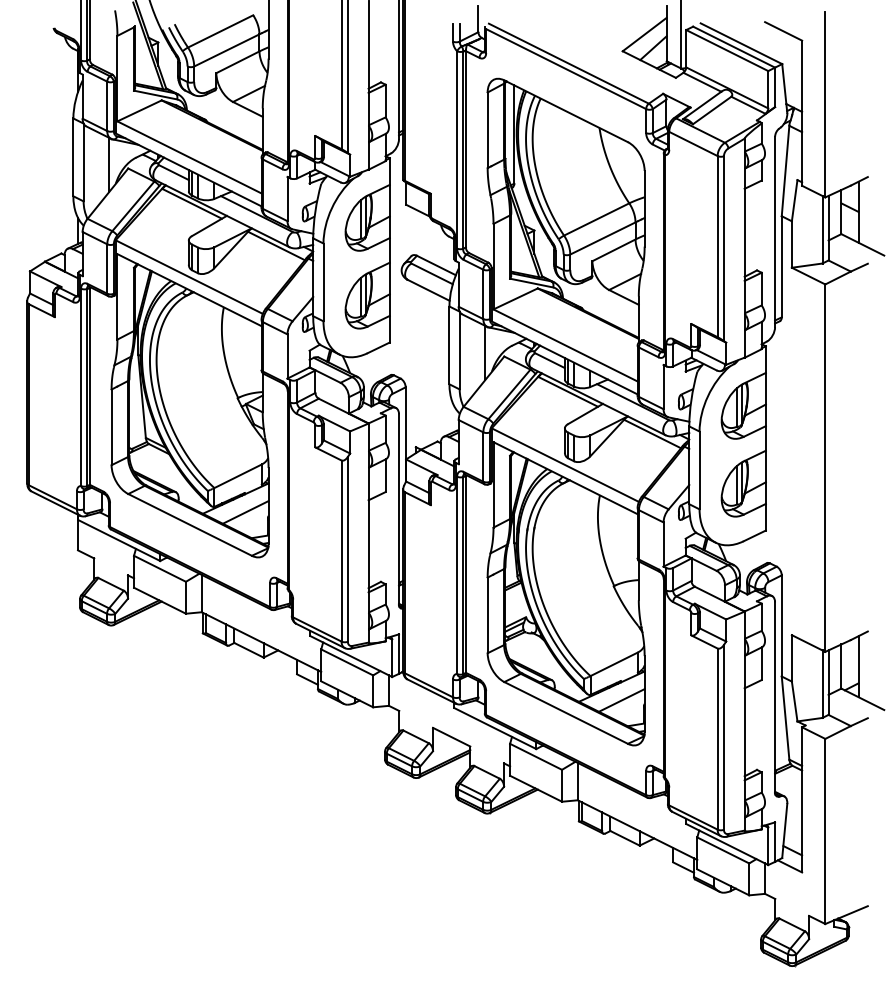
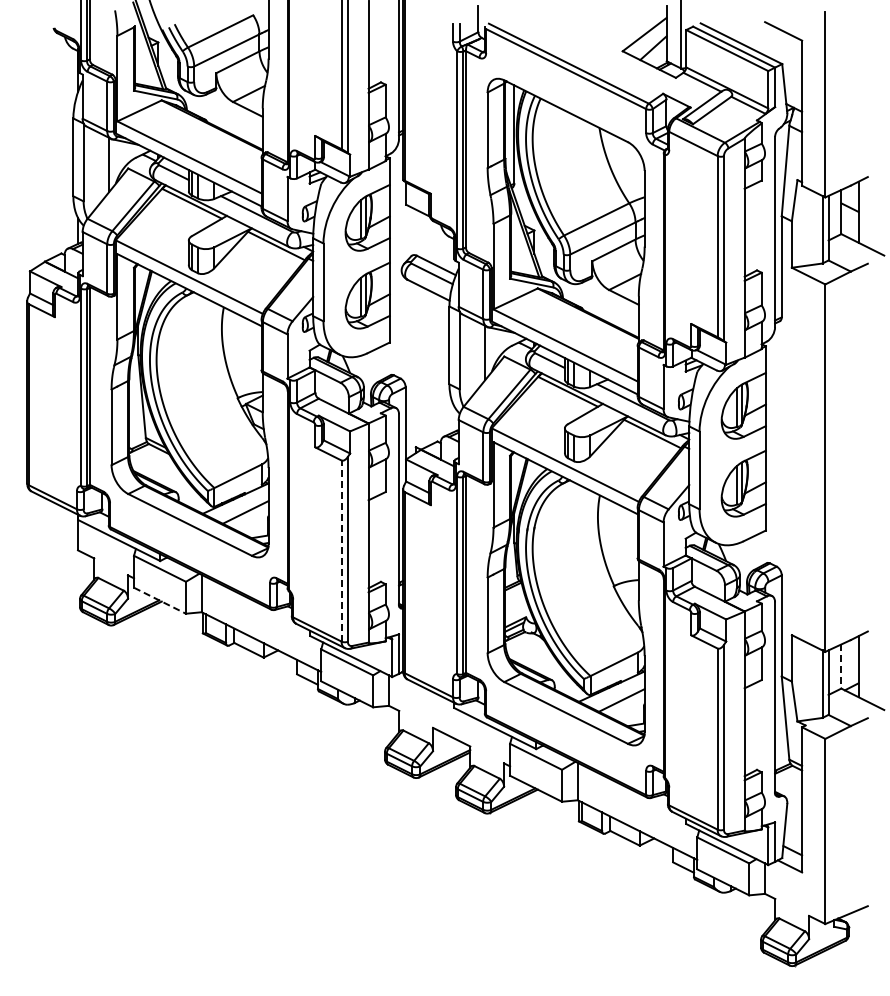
line at (341, 551): solid -> dashed
line at (160, 600): solid -> dashed
line at (841, 667): solid -> dashed
